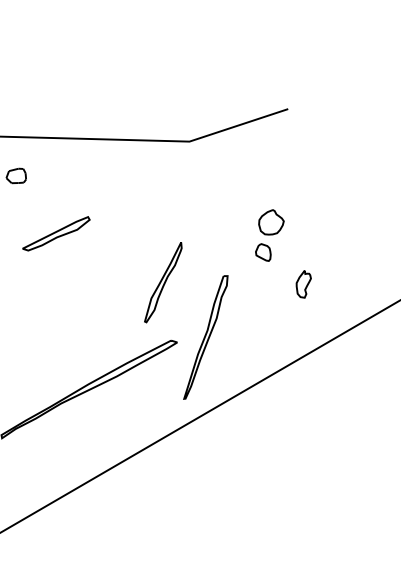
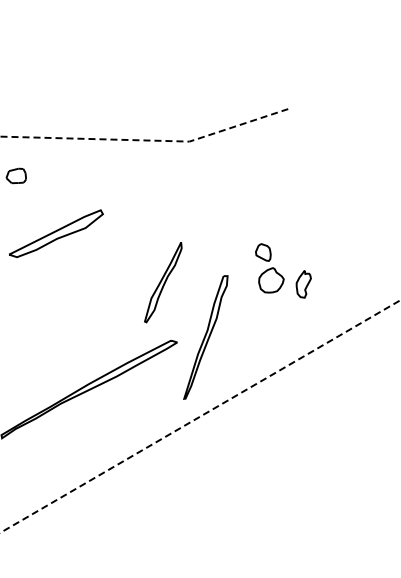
line at (146, 140): solid -> dashed
part at (271, 222) position: (271, 222) -> (271, 280)
part at (56, 233) size: 69x36 px -> 95x49 px
line at (200, 416): solid -> dashed
